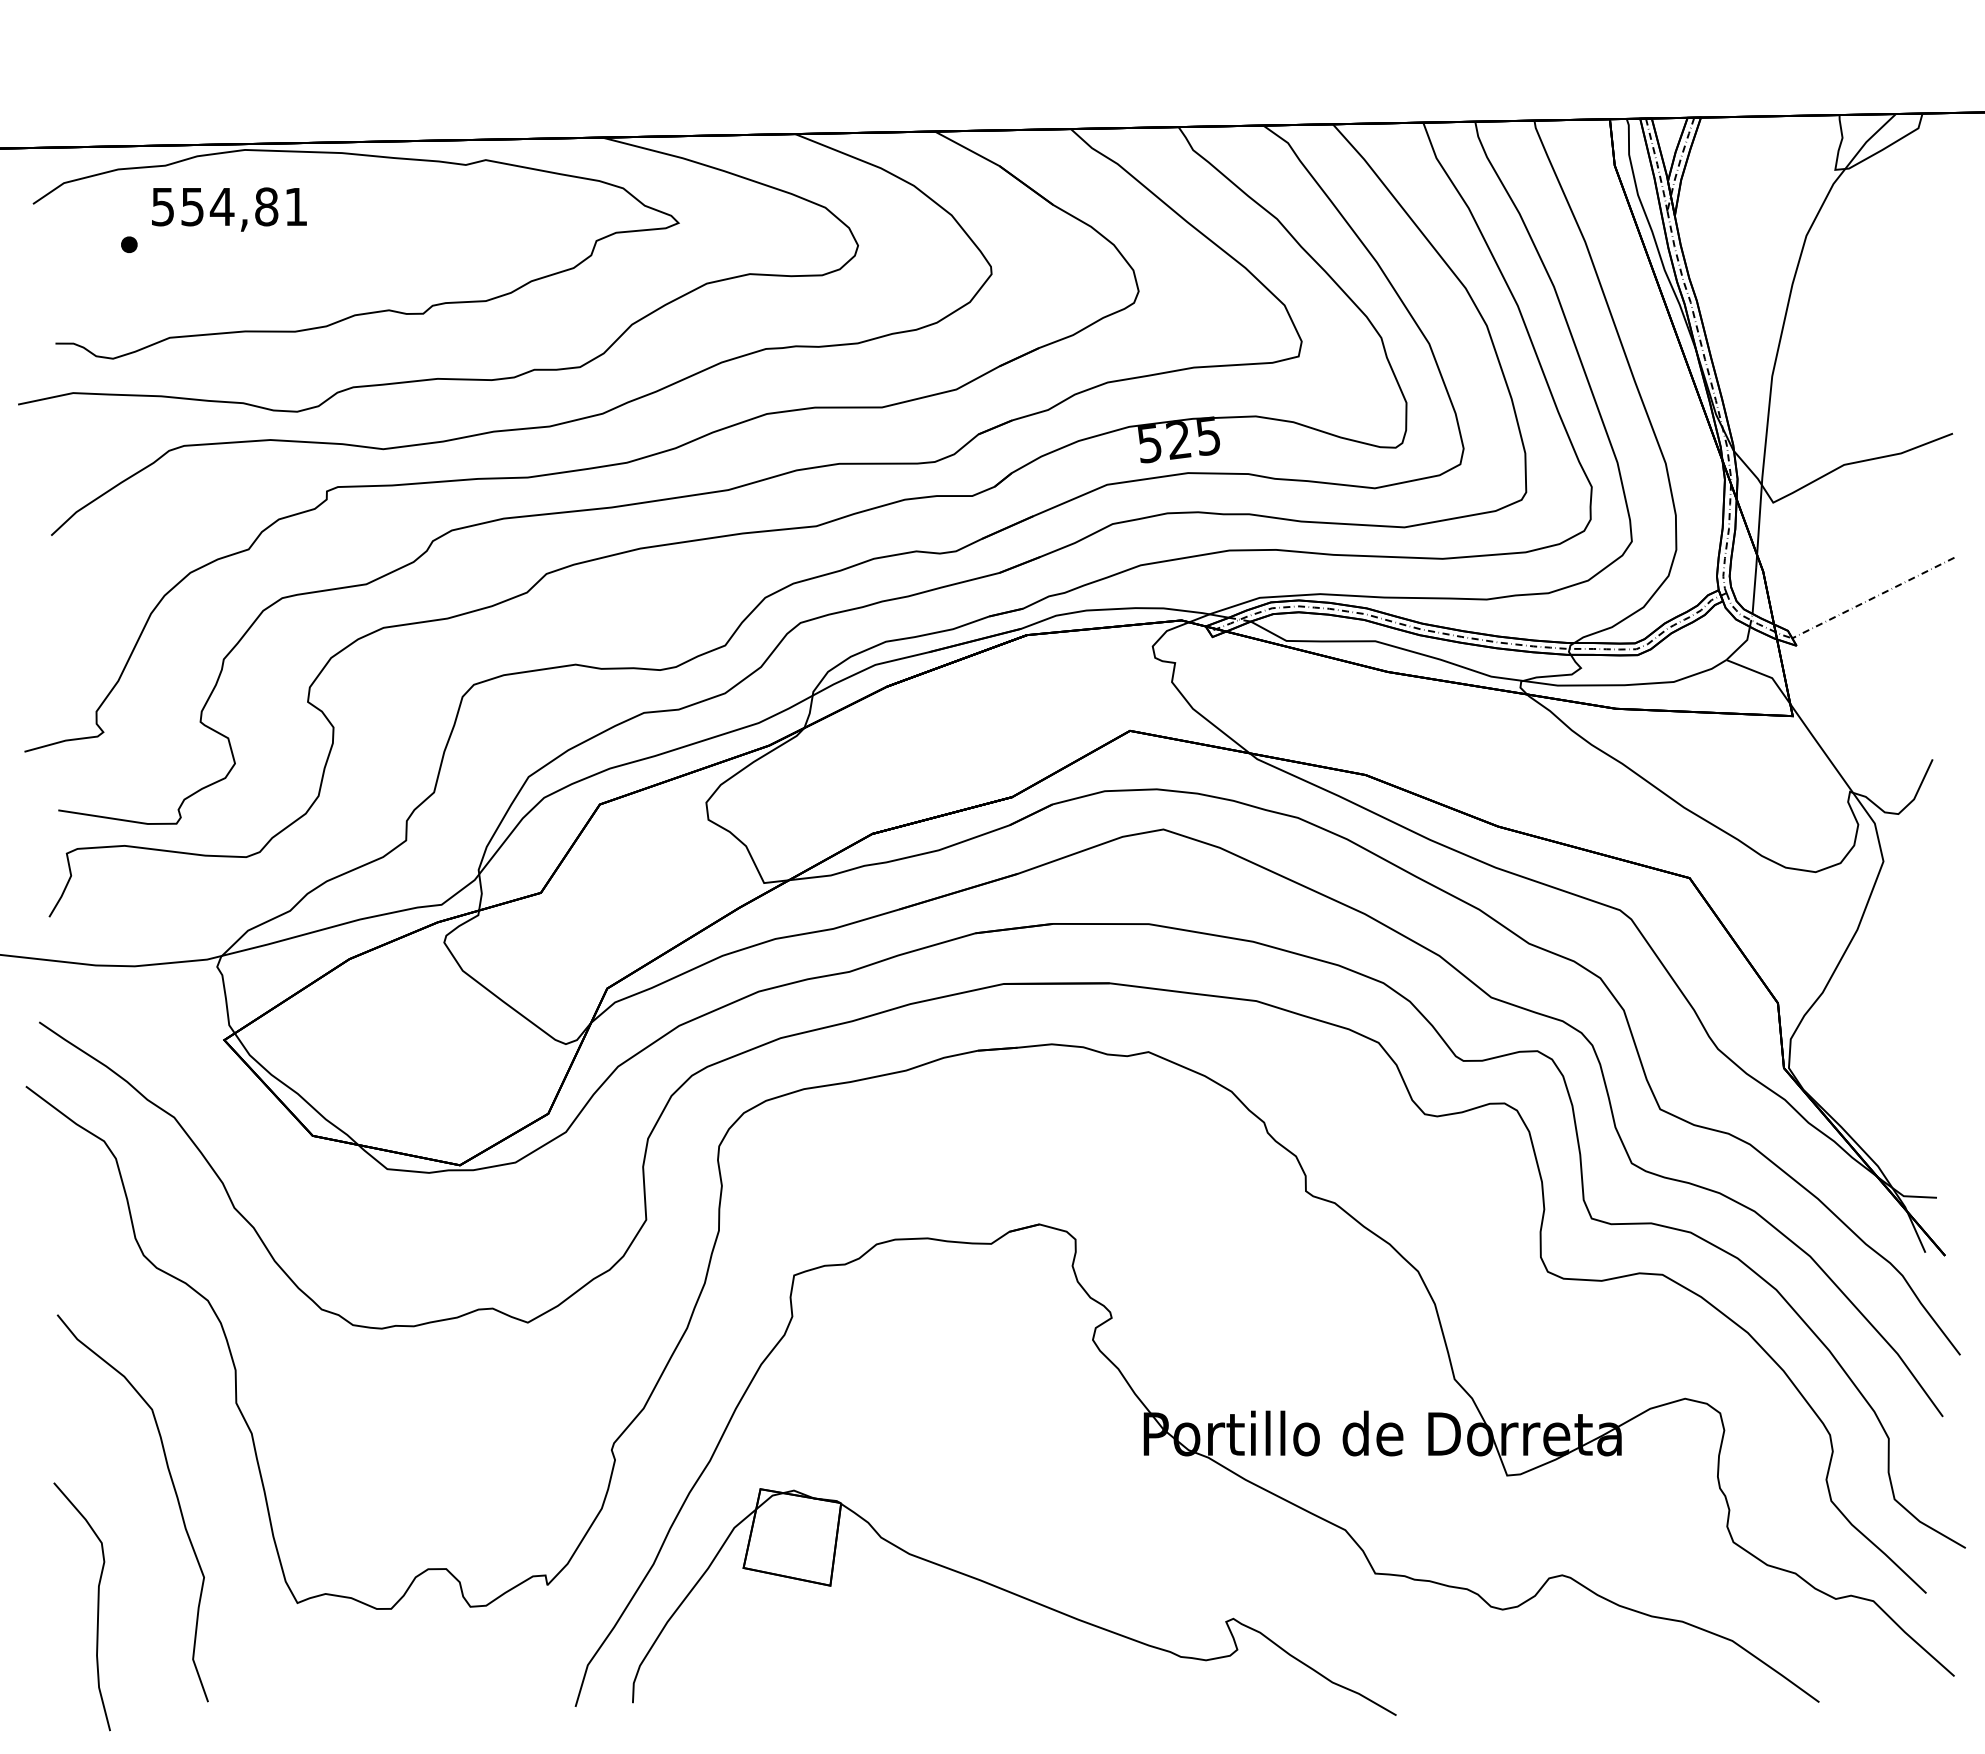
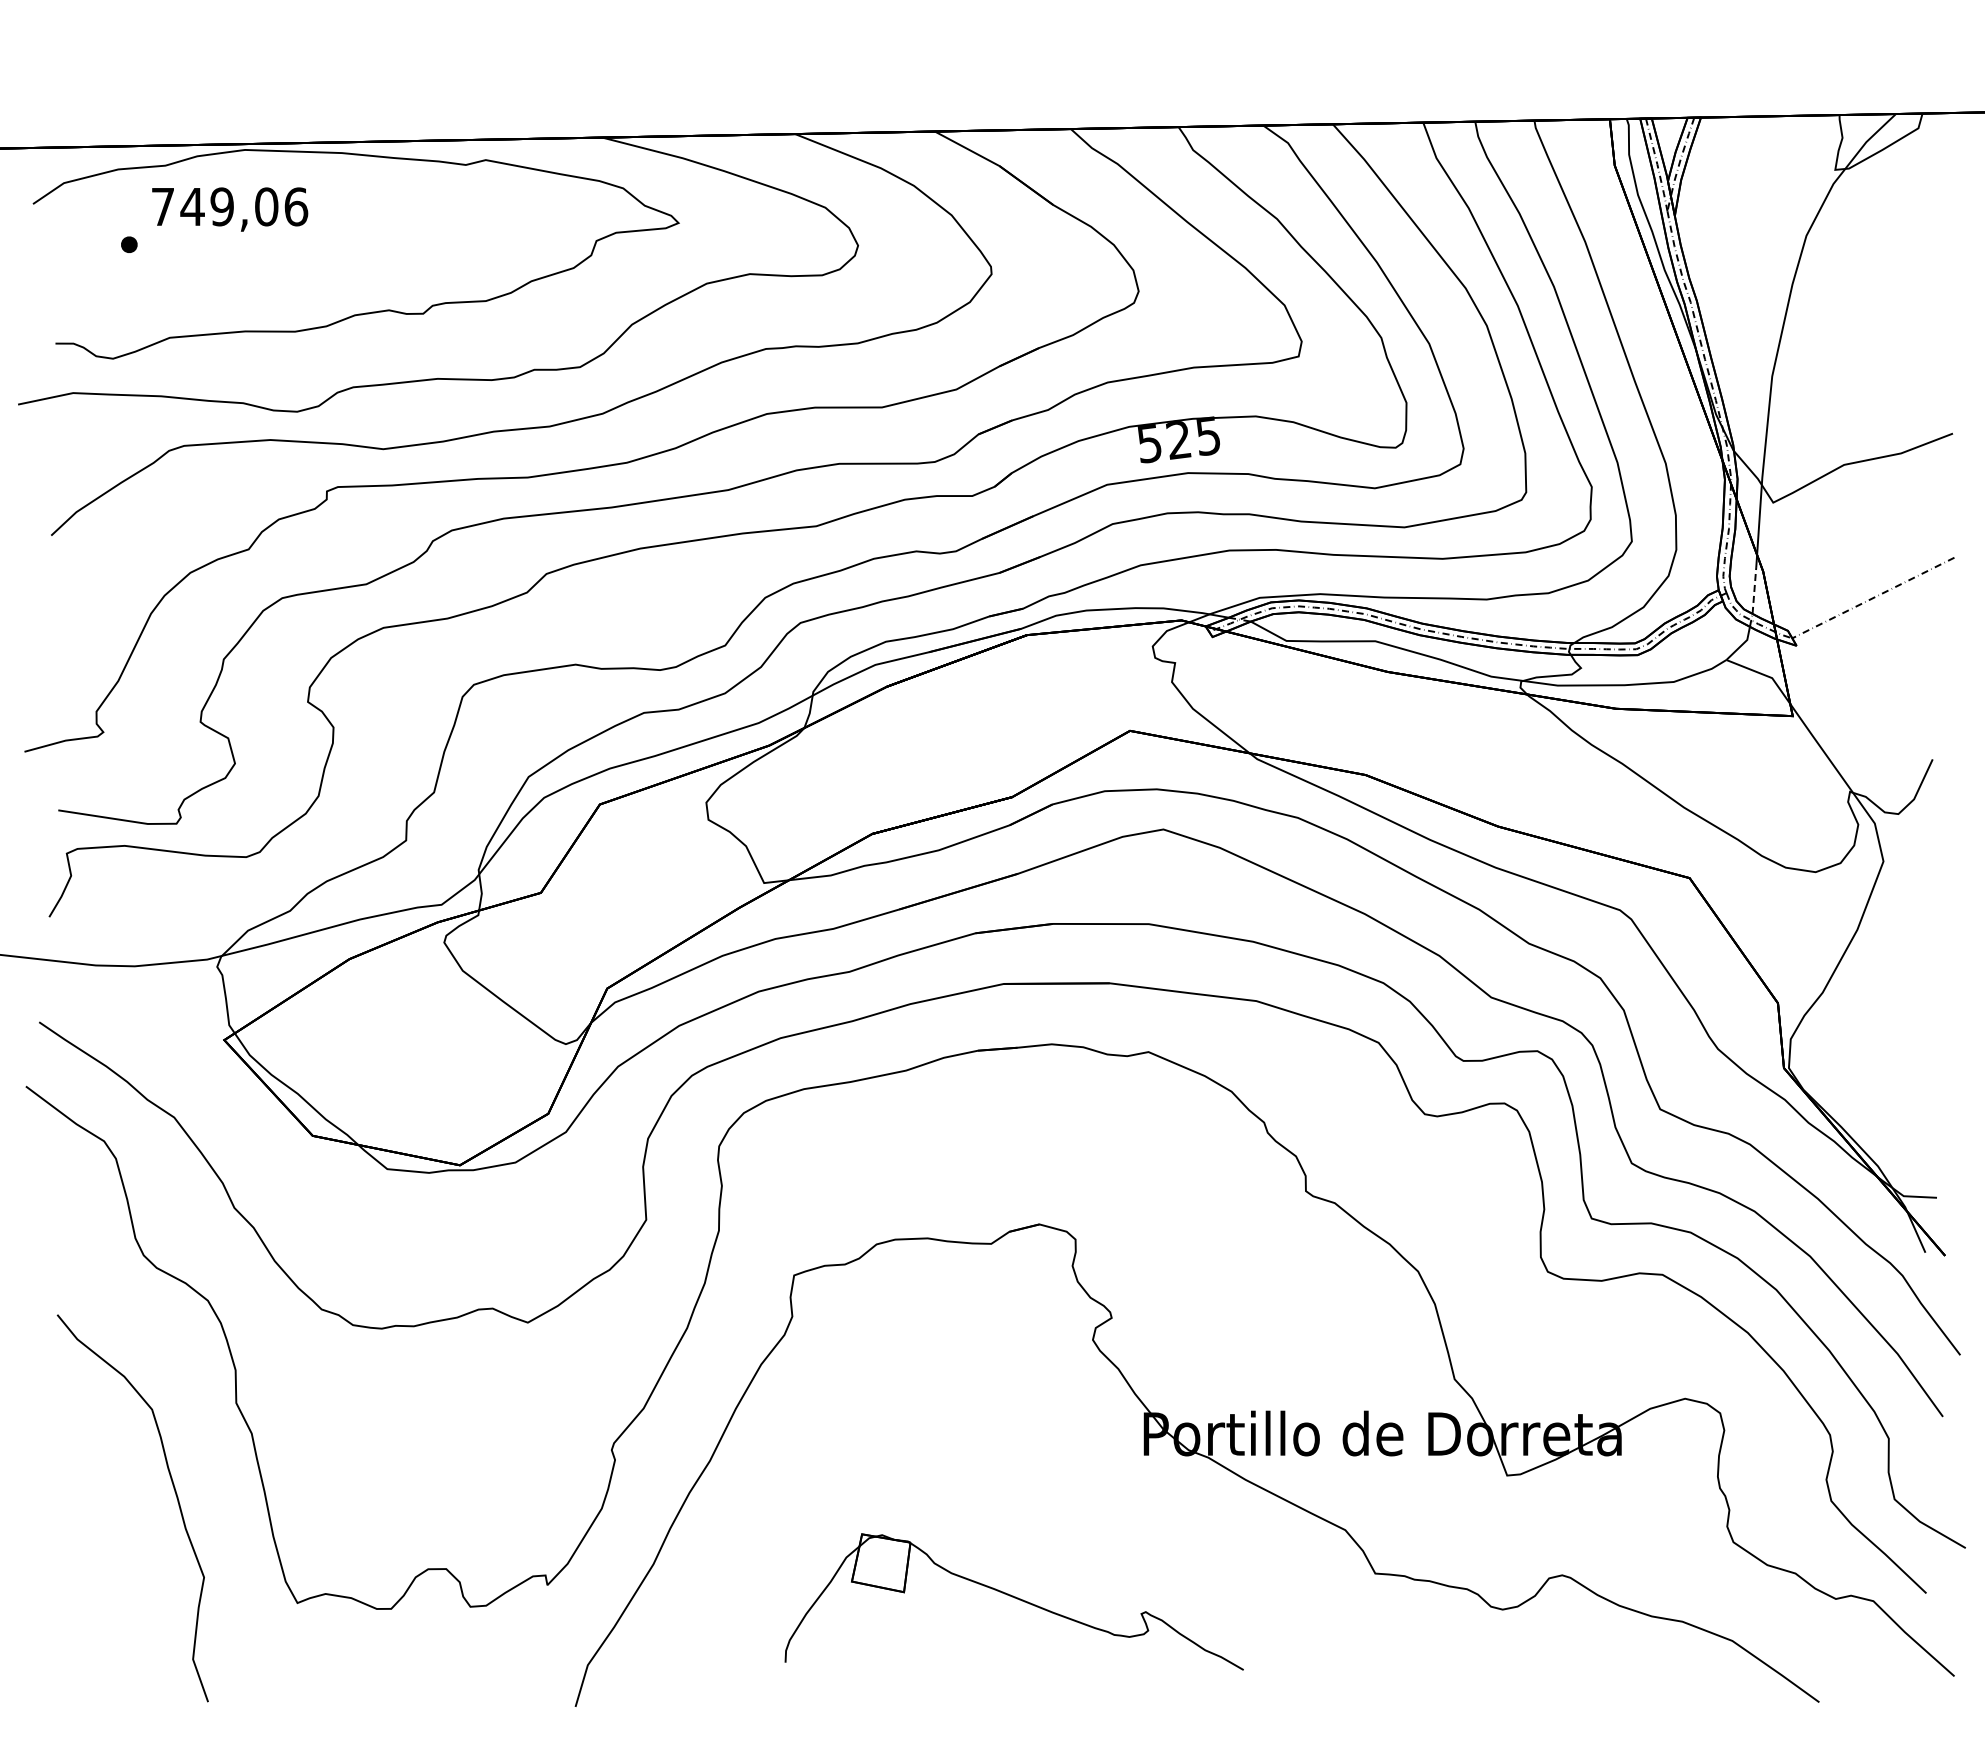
text at (230, 206): 554,81 -> 749,06
line at (1754, 589): solid -> dashed
part at (1014, 1601) size: 765x228 px -> 460x138 px
curve at (97, 1606): present -> none
